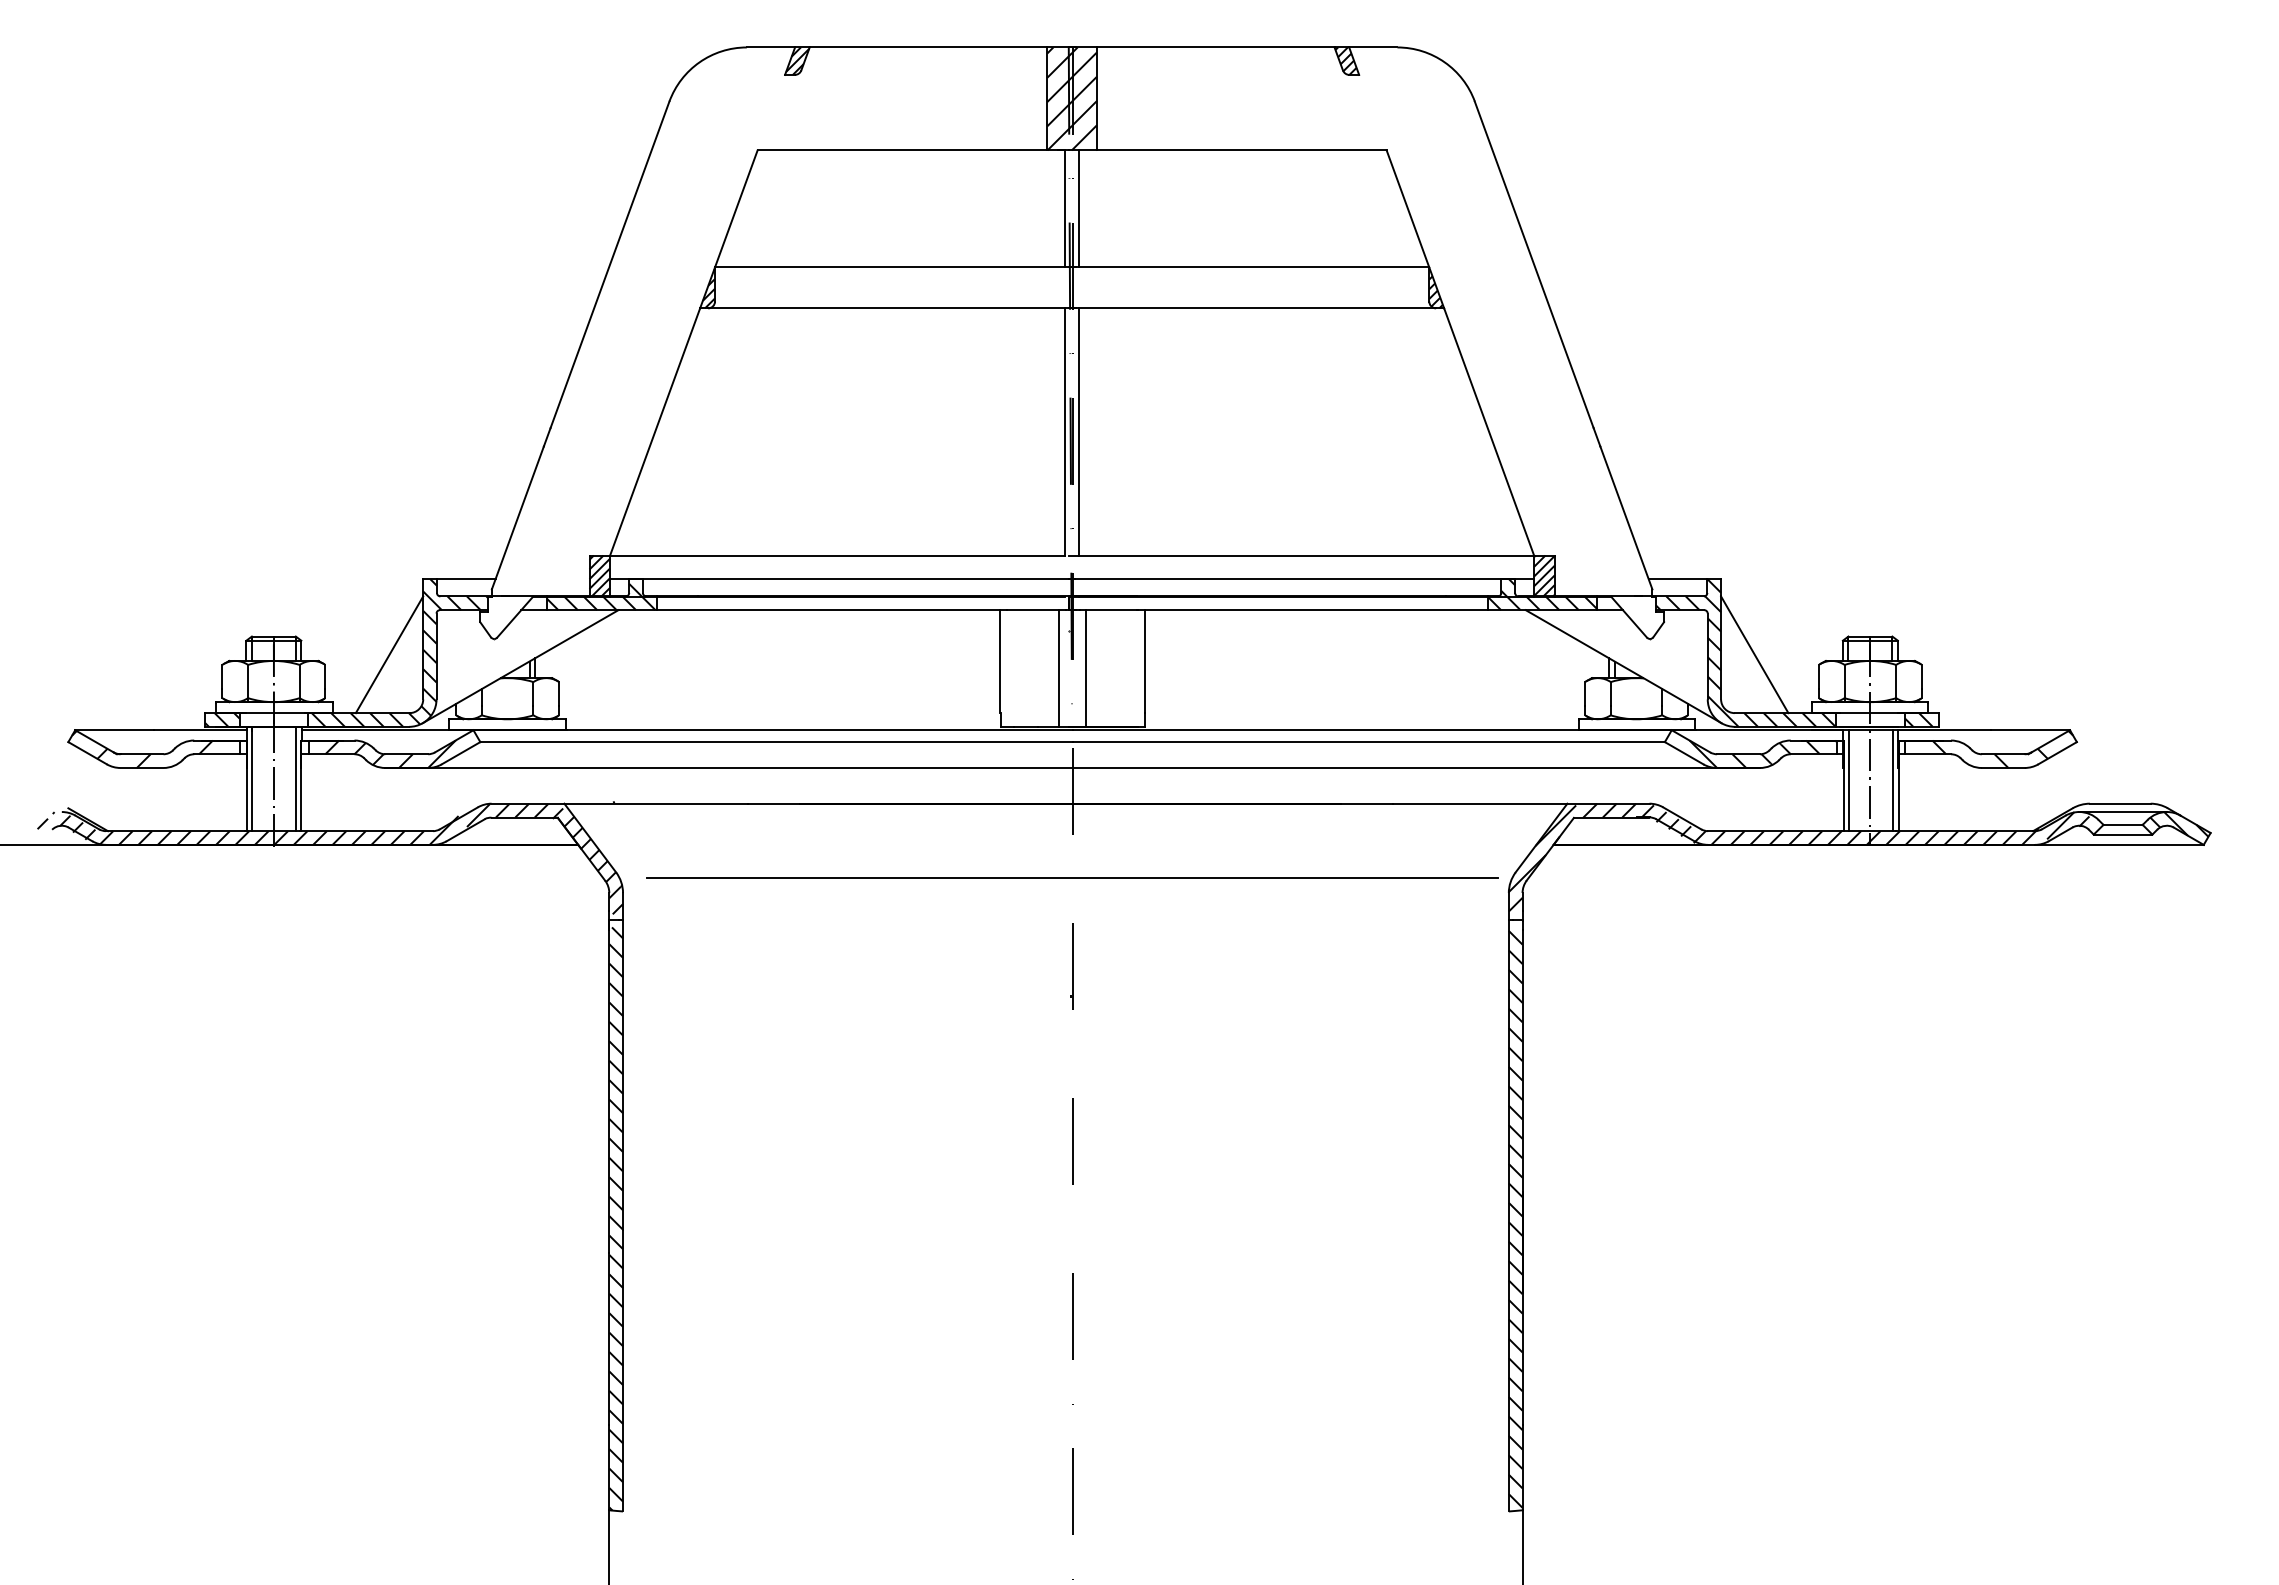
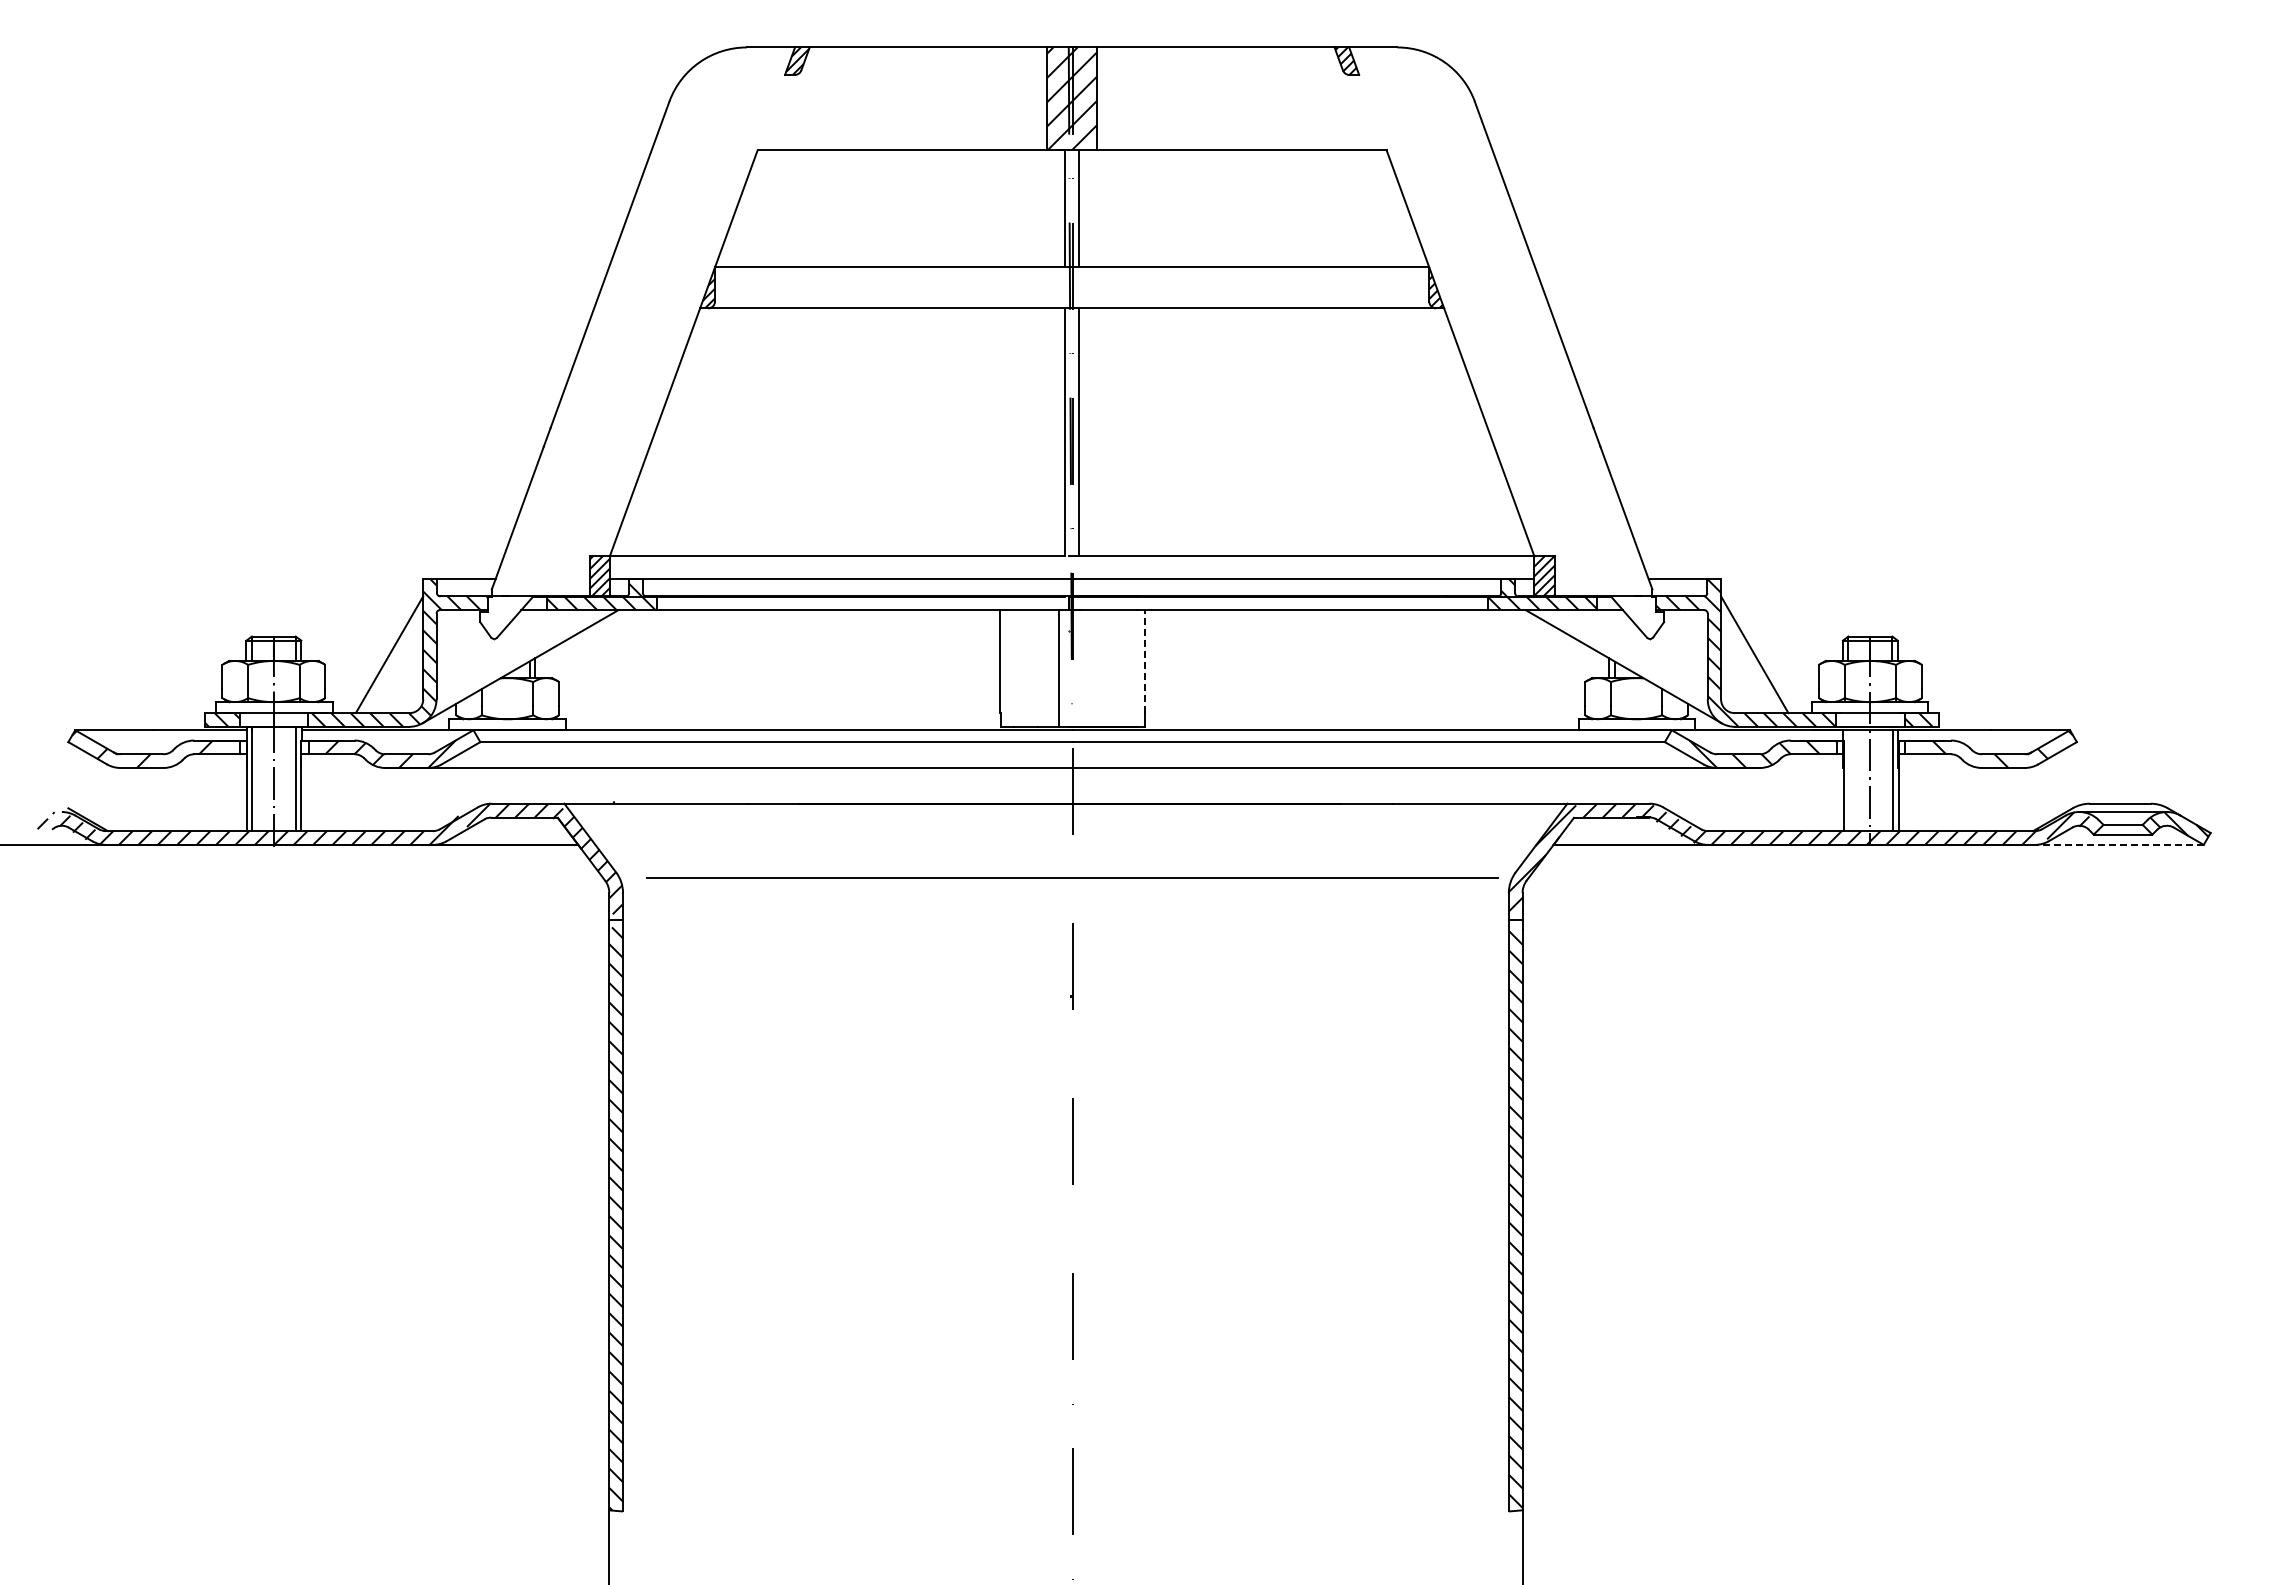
line at (1144, 661): solid -> dashed
line at (1086, 668): present -> none
line at (1849, 780): present -> none
line at (2118, 844): solid -> dashed
